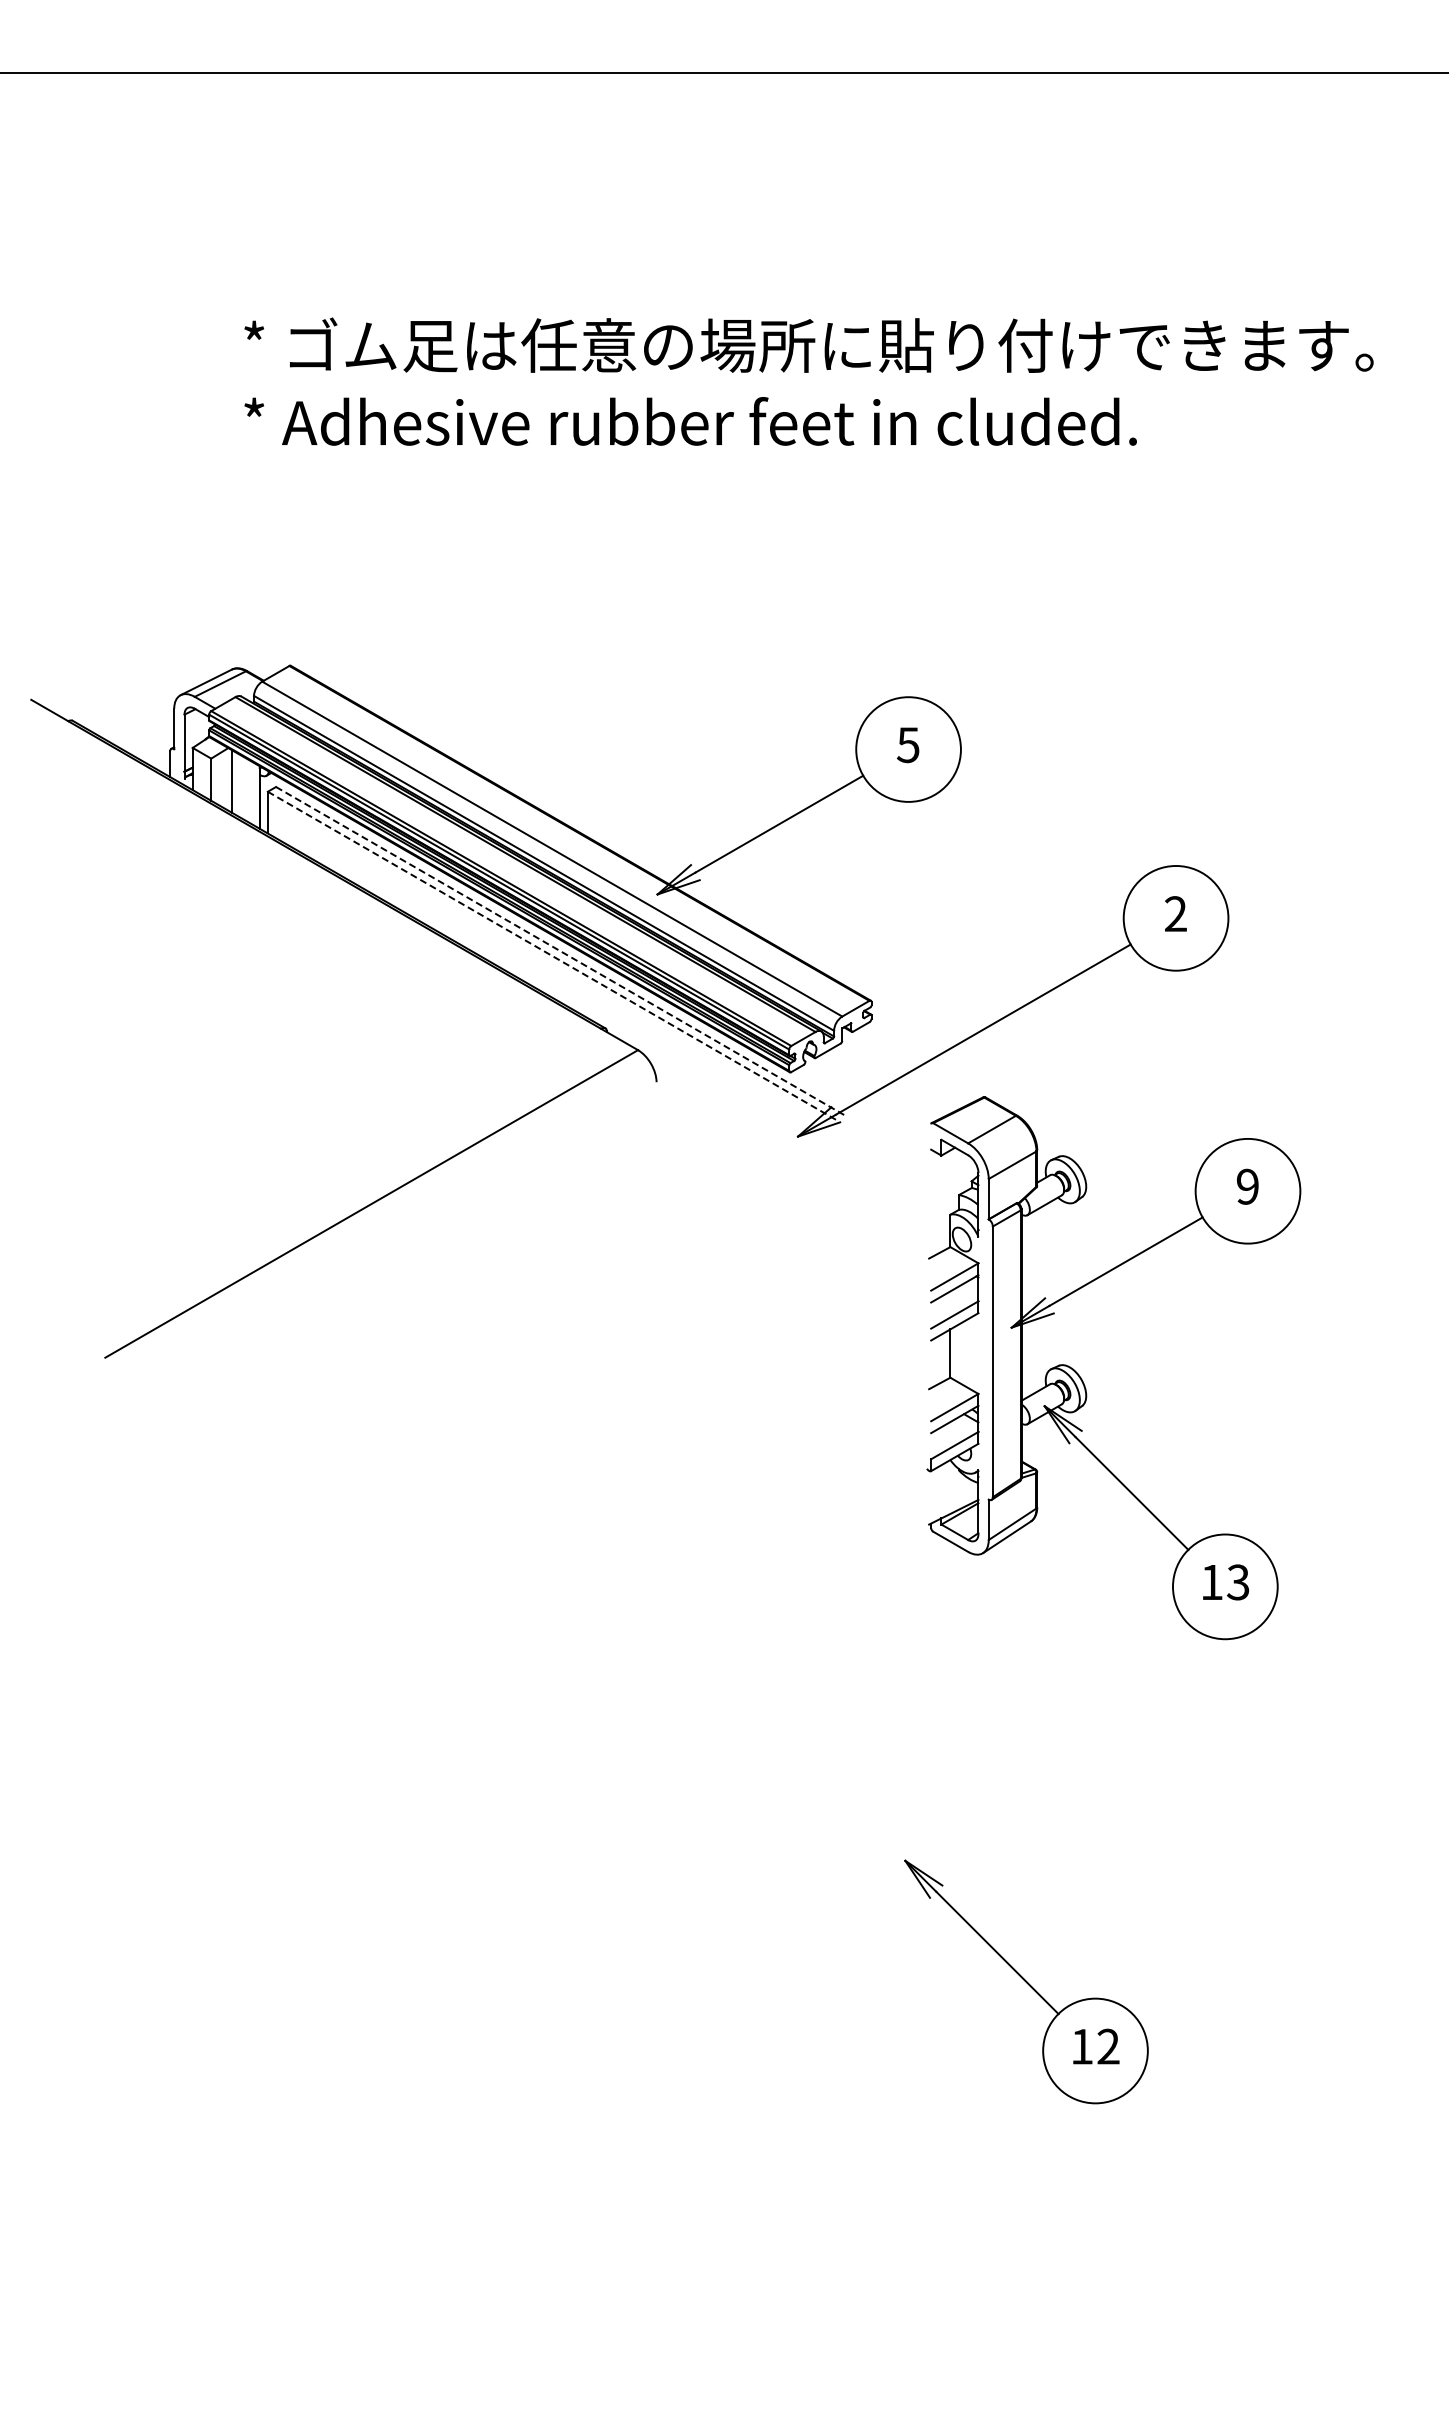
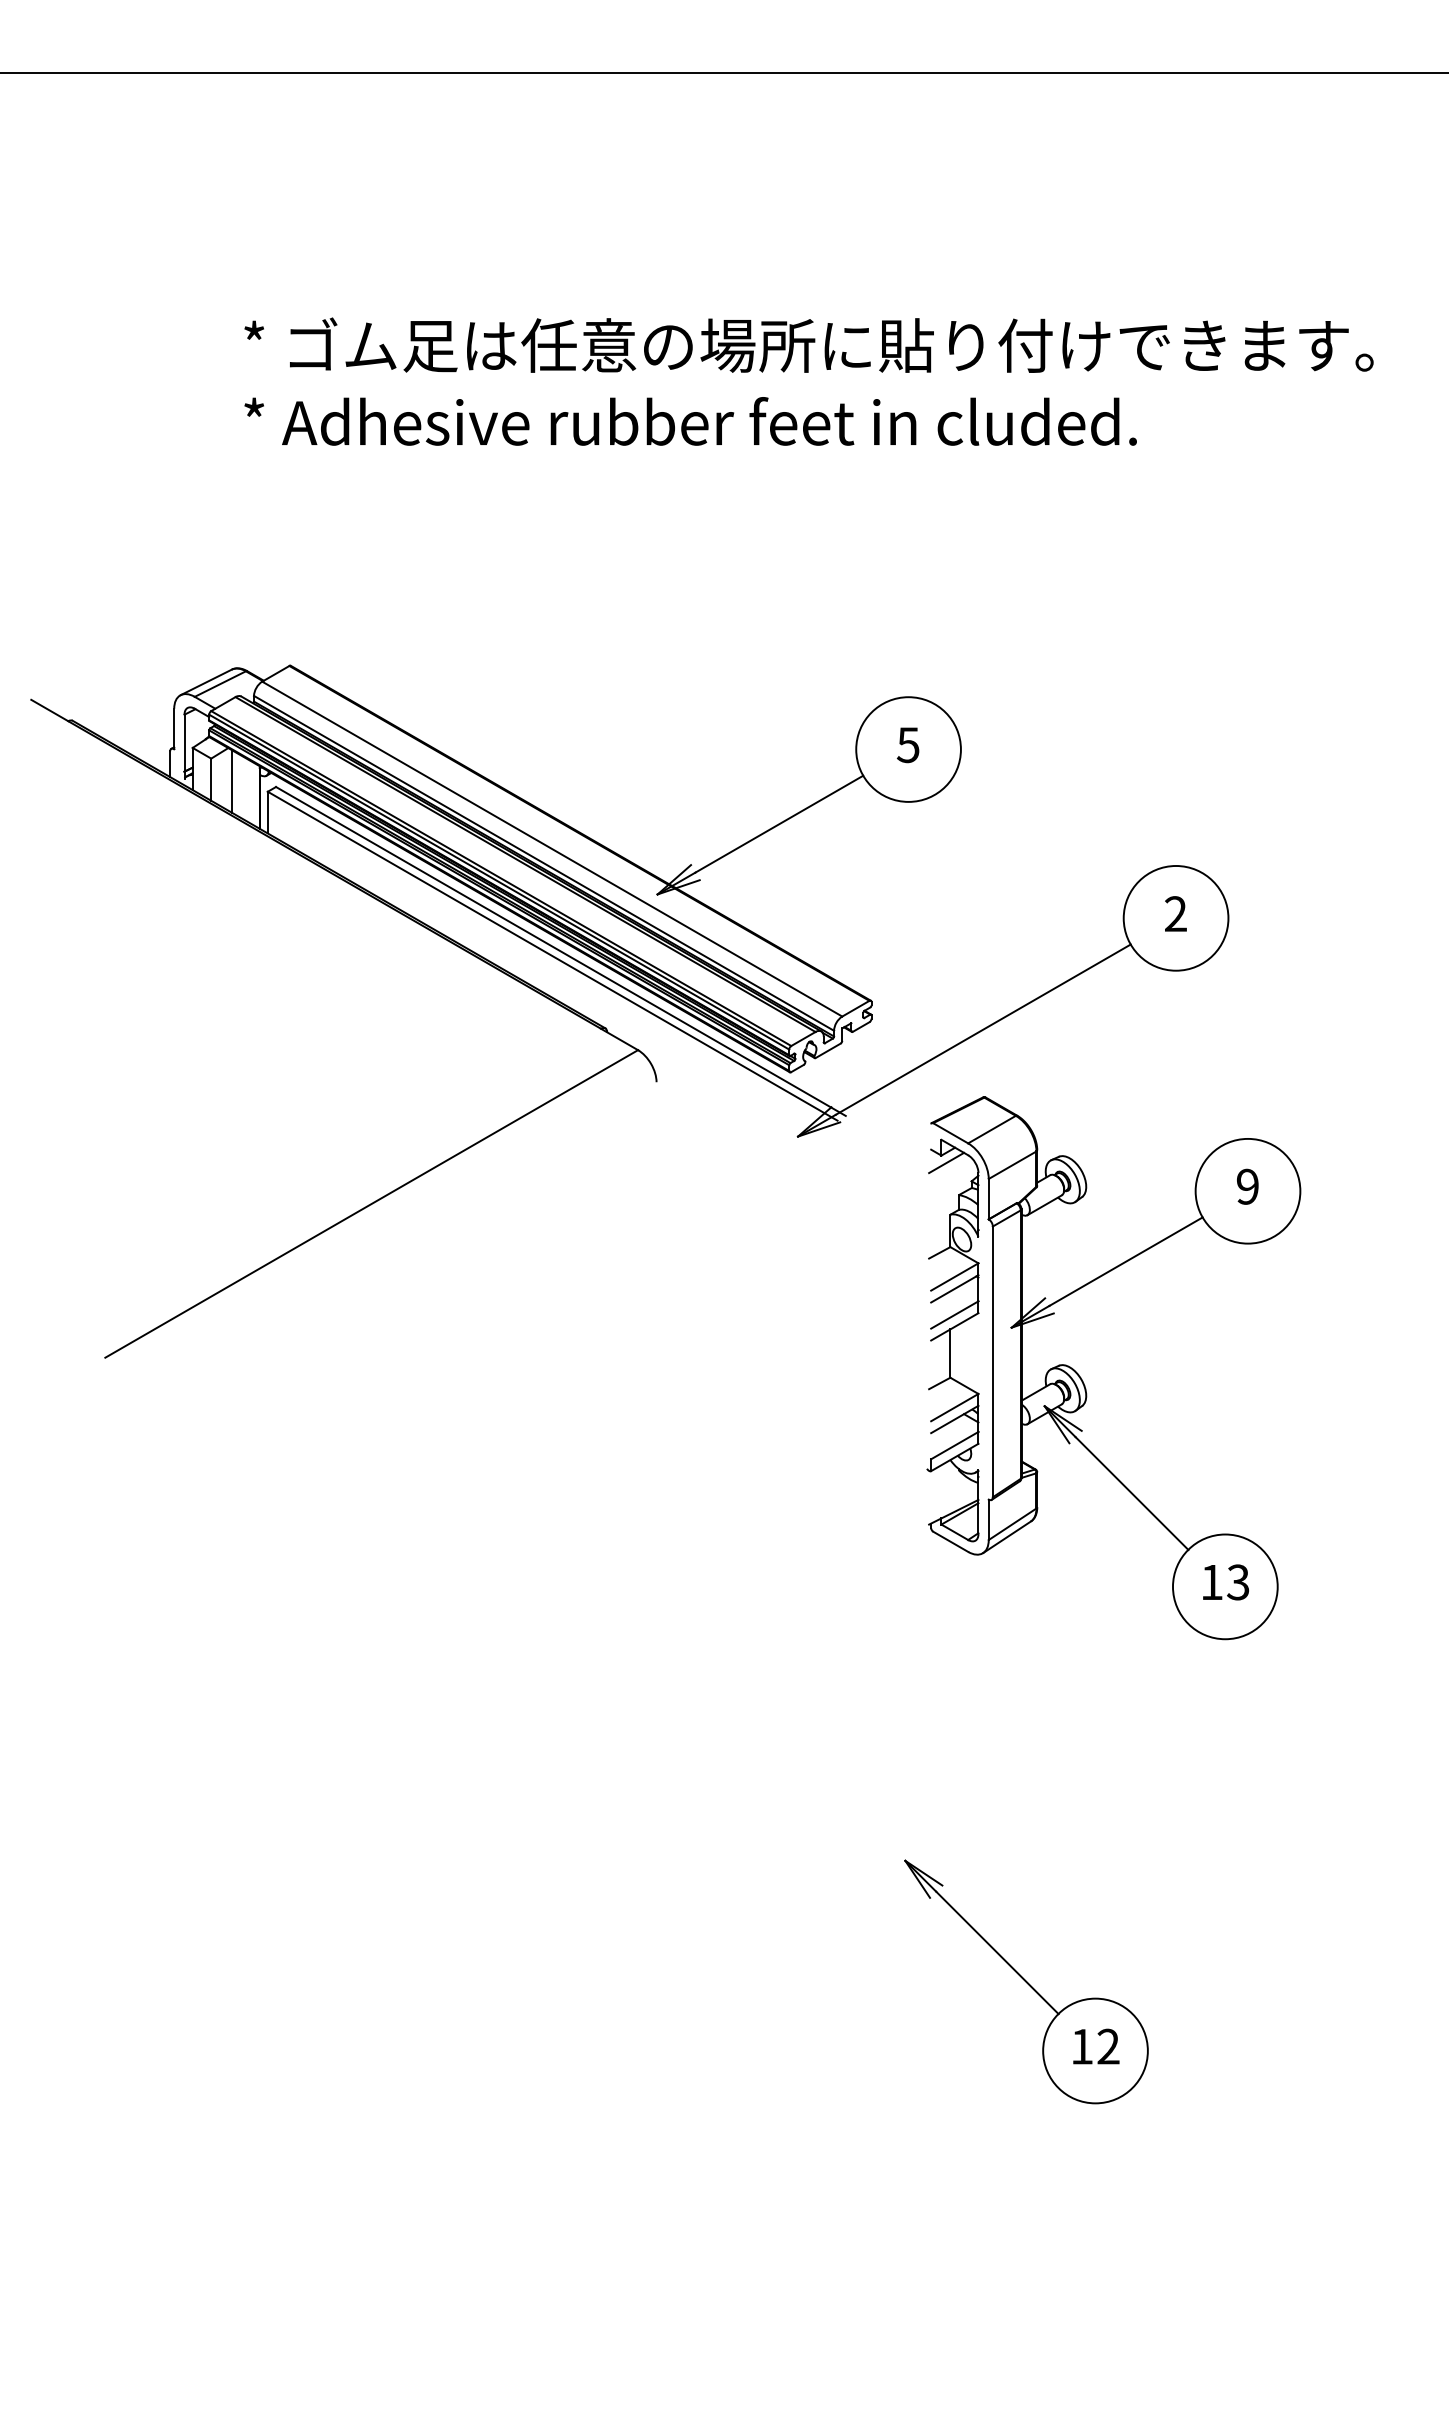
line at (560, 951): dashed -> solid
line at (552, 956): dashed -> solid
line at (946, 1162): none -> present
